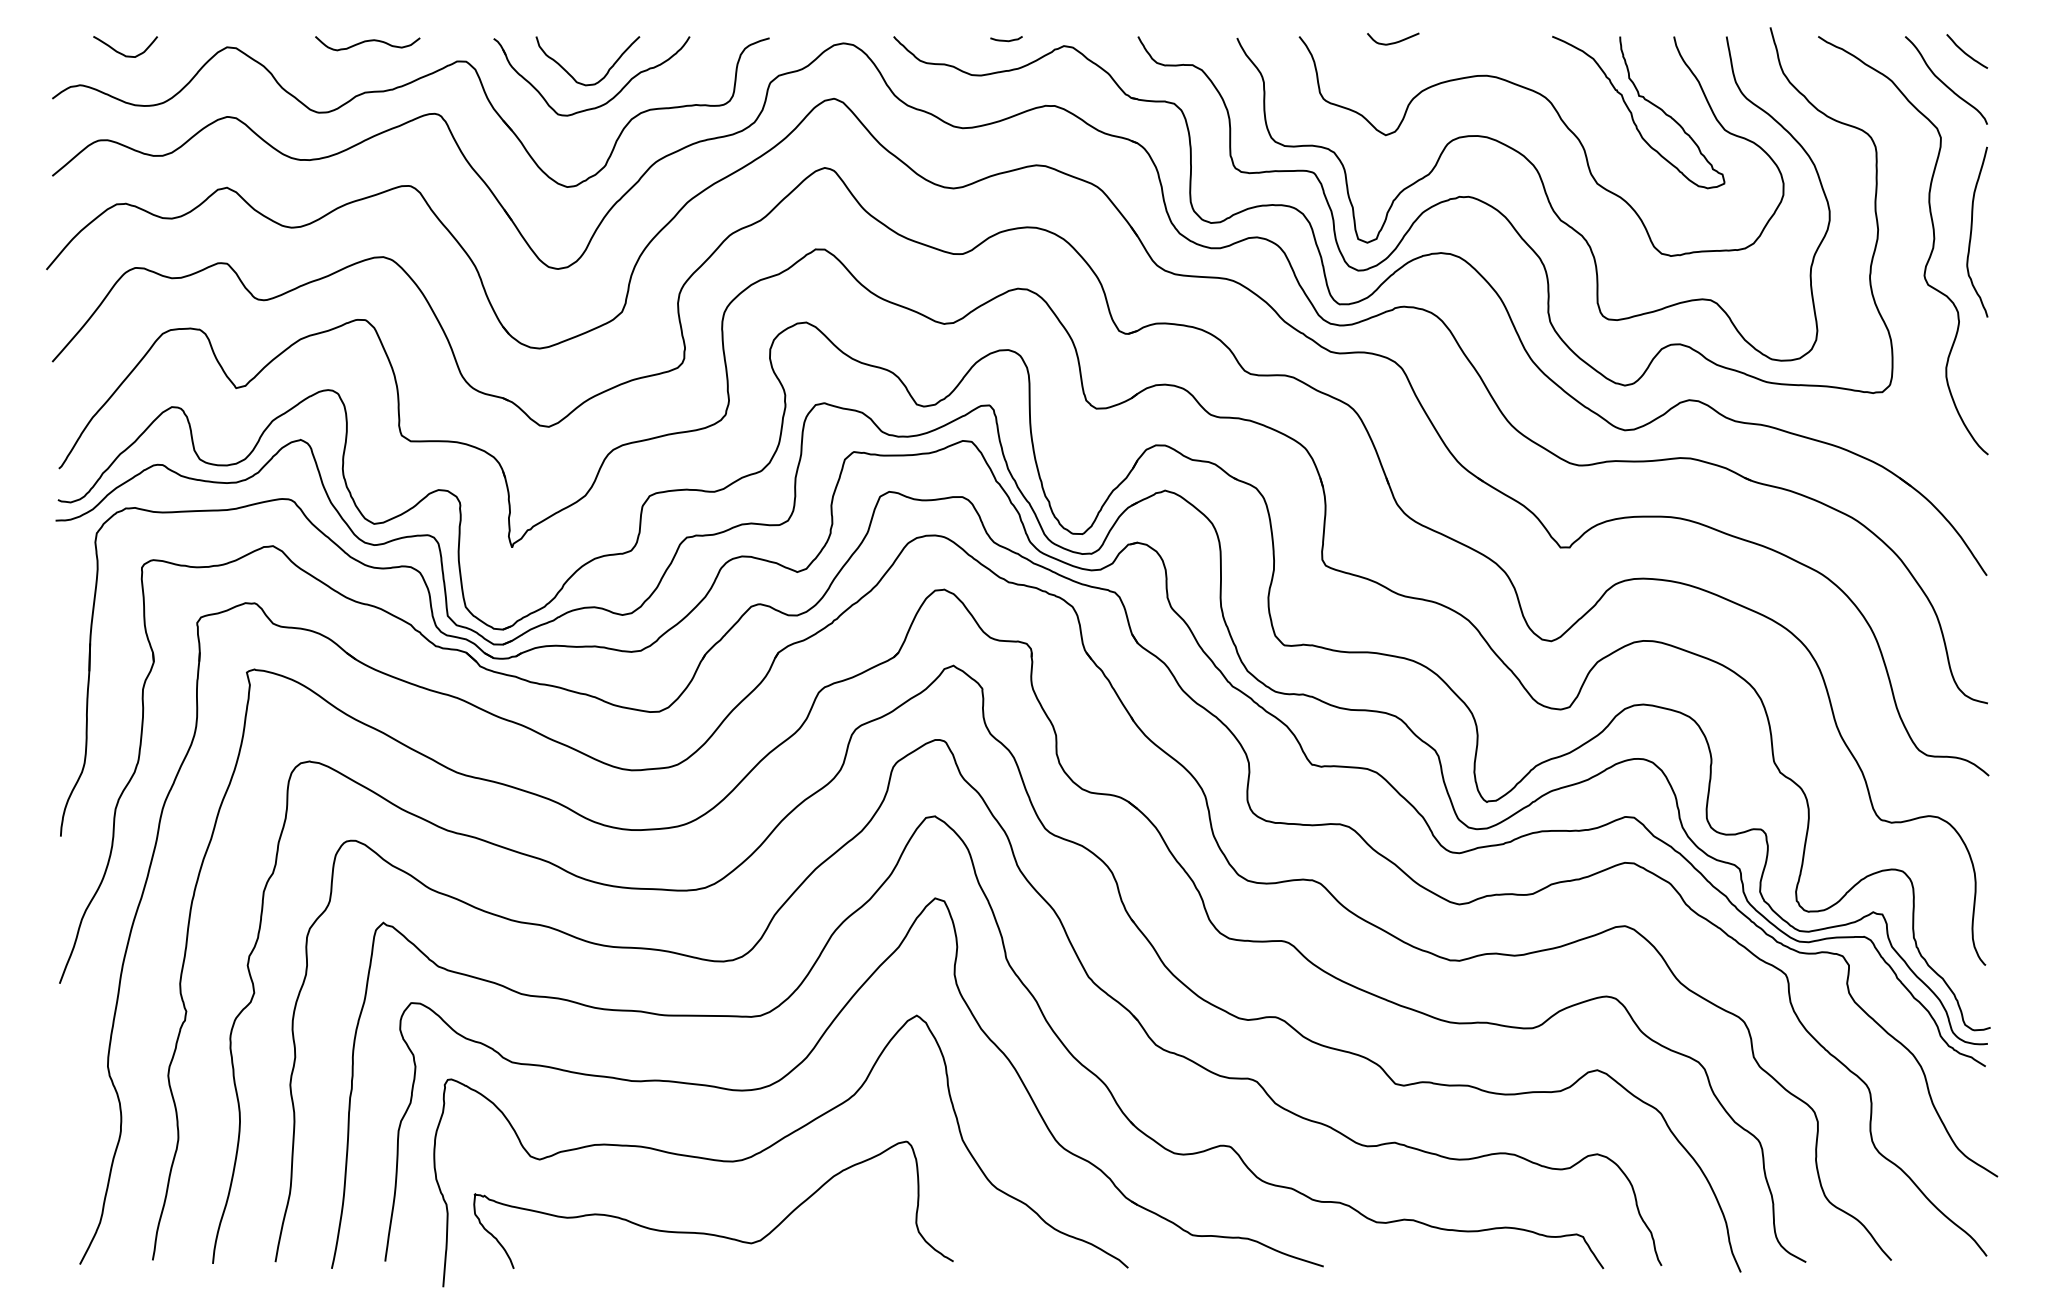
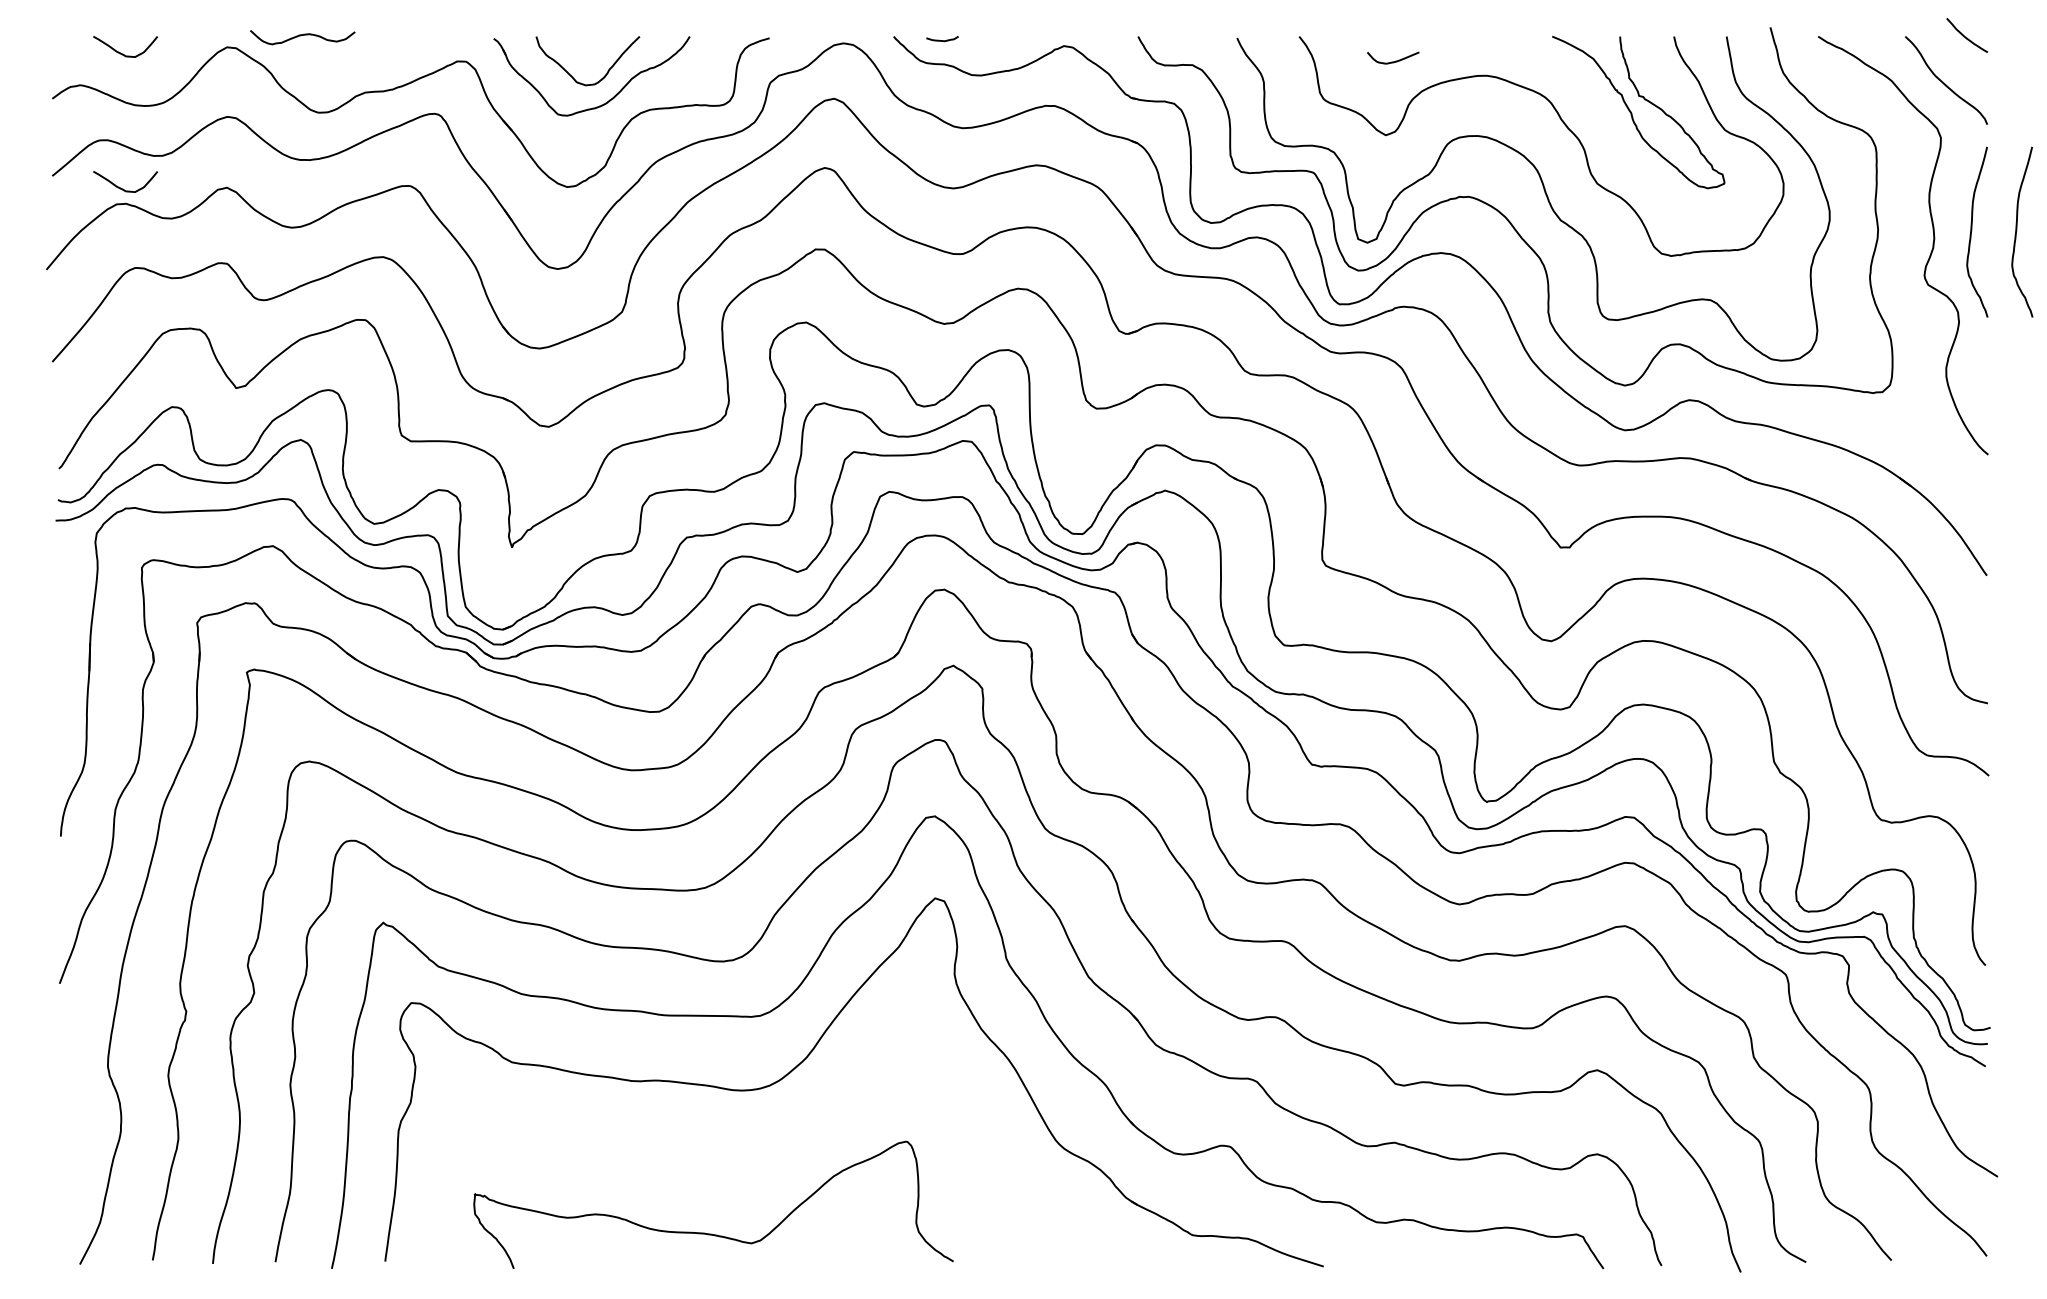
curve at (1006, 40) position: (1006, 40) -> (942, 40)
curve at (1395, 41) position: (1395, 41) -> (1395, 60)
curve at (366, 42) position: (366, 42) -> (301, 36)
curve at (1967, 53) position: (1967, 53) -> (1967, 37)
curve at (121, 187): none -> present
curve at (2017, 230): none -> present
curve at (777, 1143): present -> none
